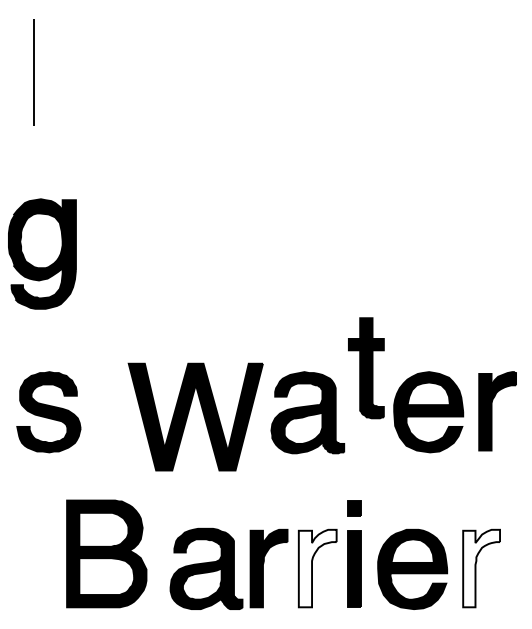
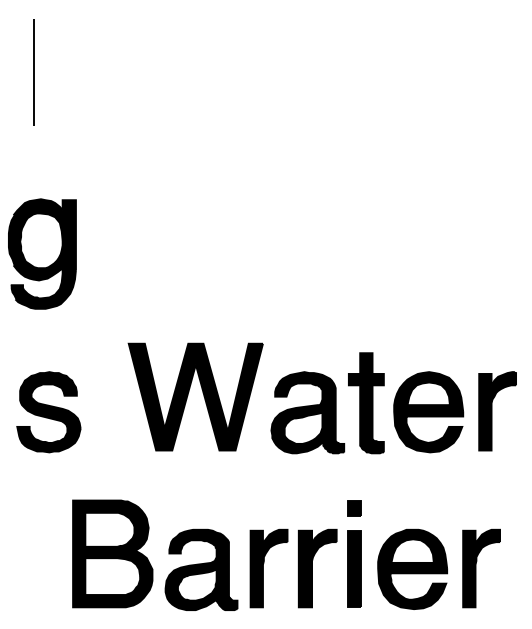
part at (366, 368) position: (366, 368) -> (366, 403)
part at (188, 415) position: (188, 415) -> (188, 395)
part at (106, 553) position: (106, 553) -> (112, 553)
part at (206, 568) position: (206, 568) -> (201, 569)
fill at (317, 568): none -> present
fill at (481, 568): none -> present
